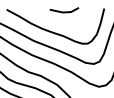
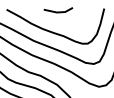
line at (64, 11) position: (64, 11) -> (58, 11)
